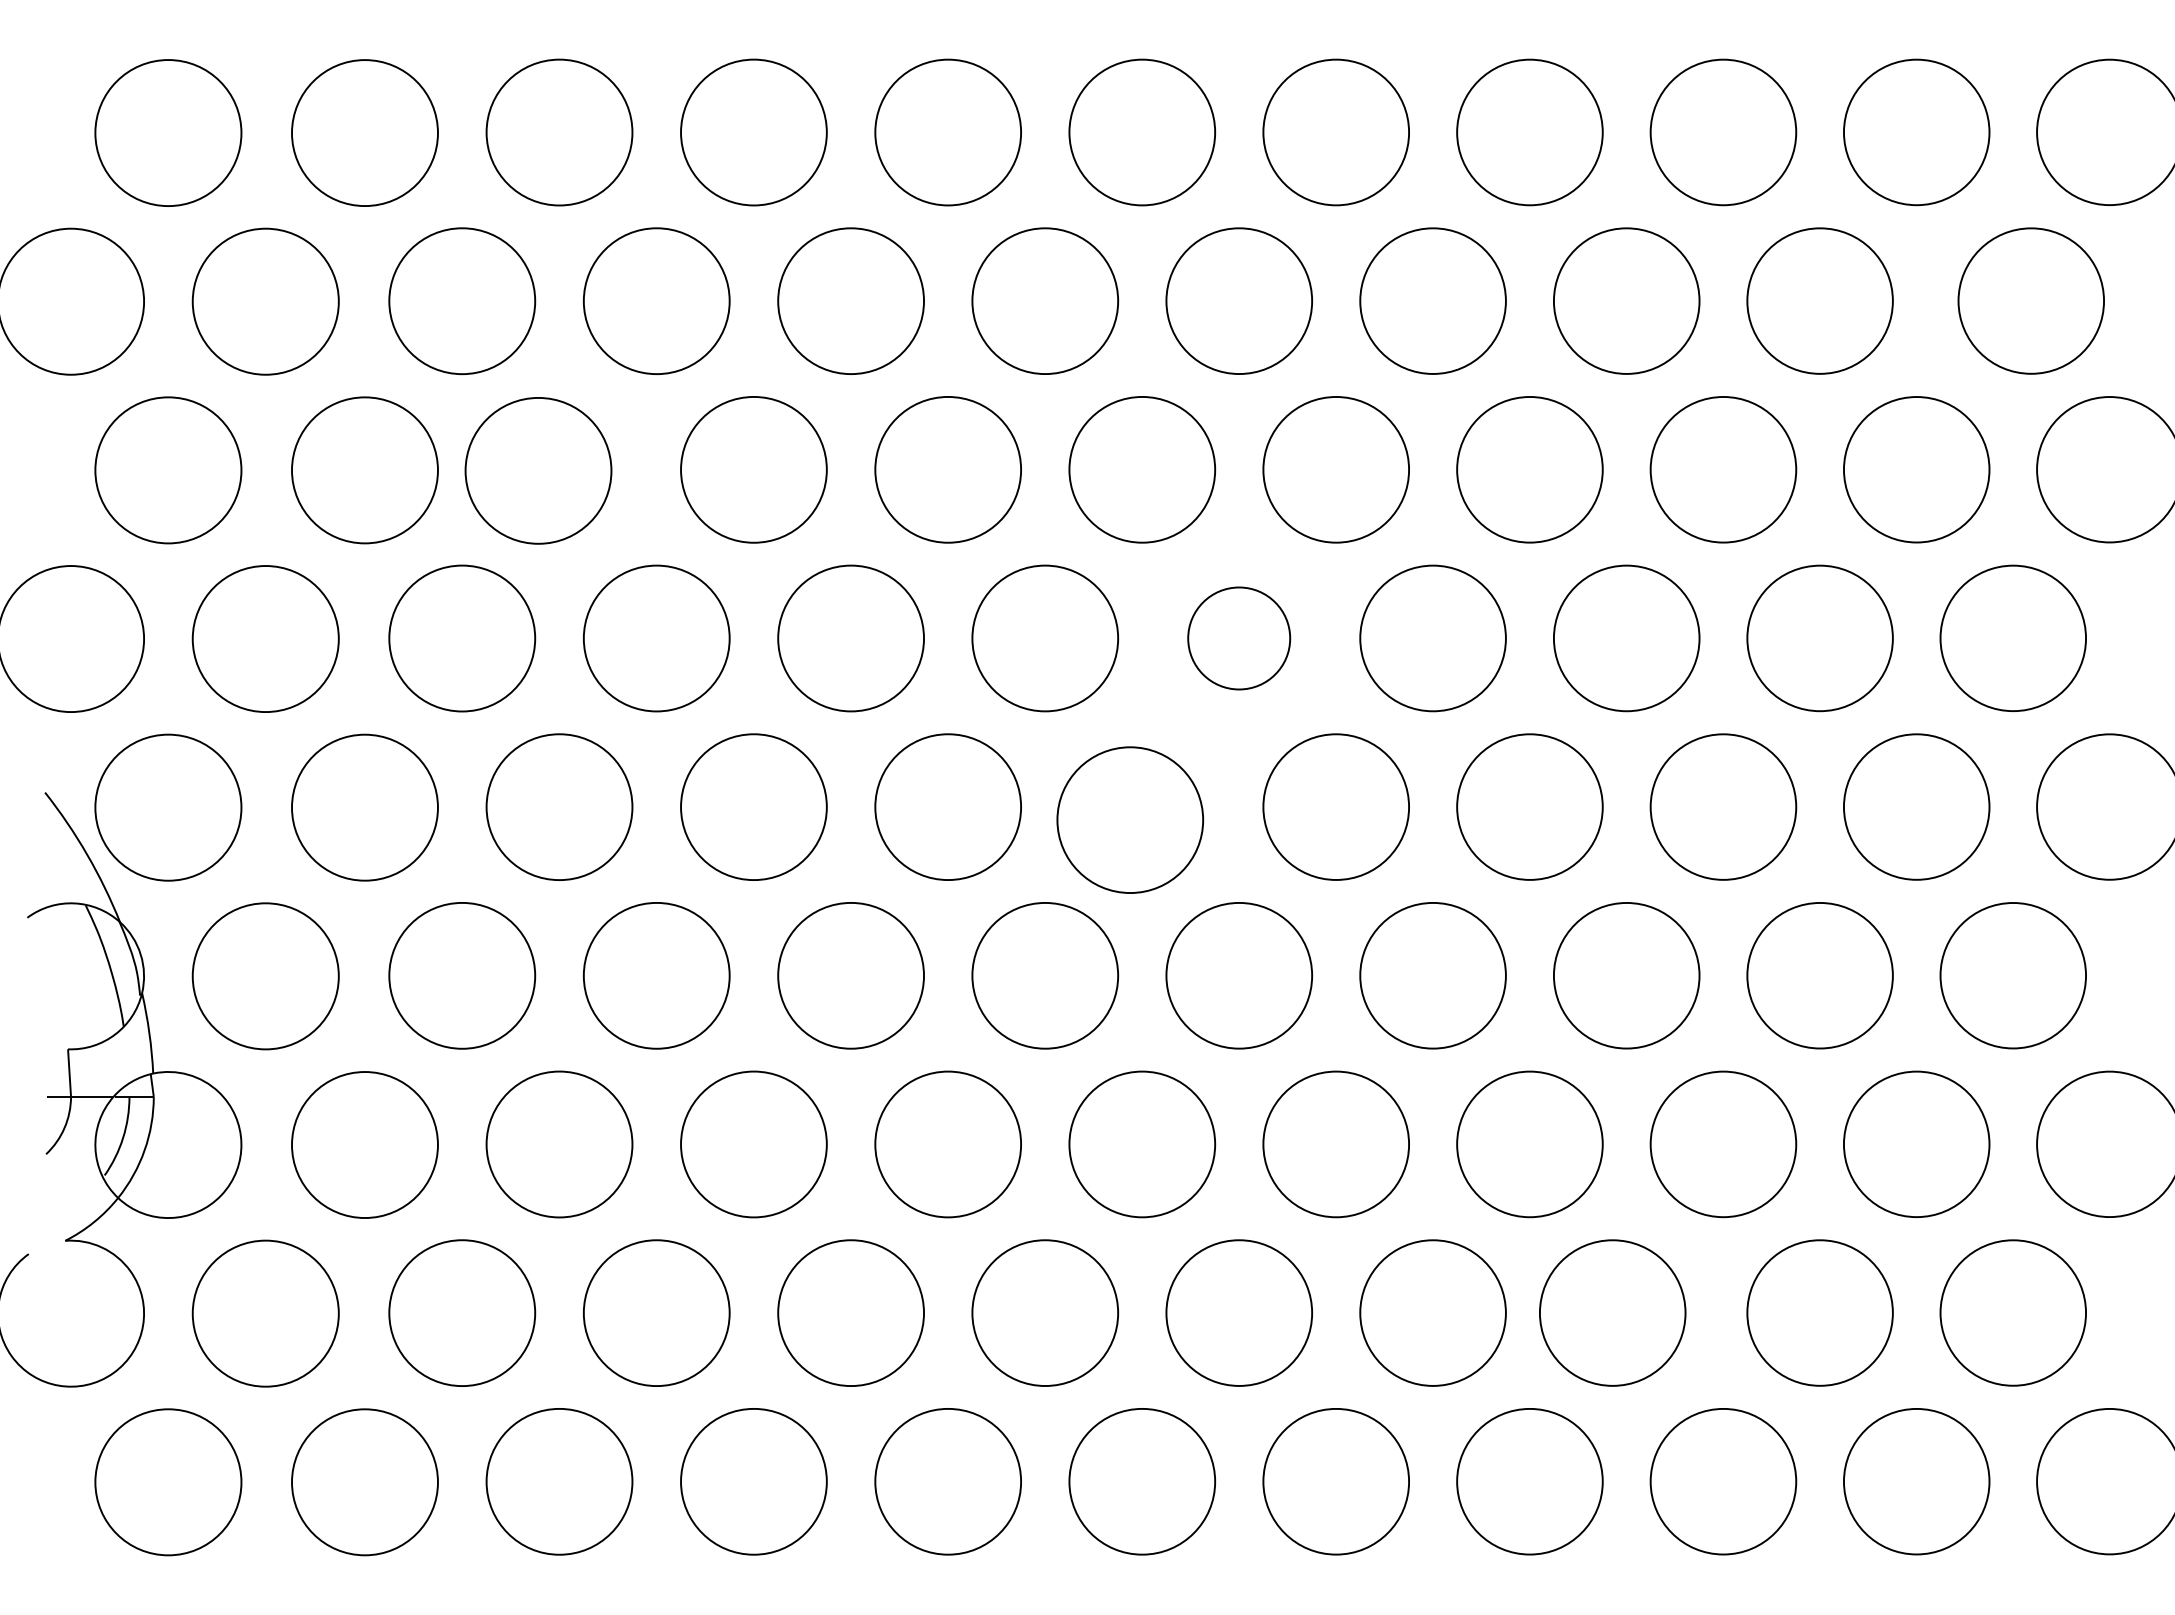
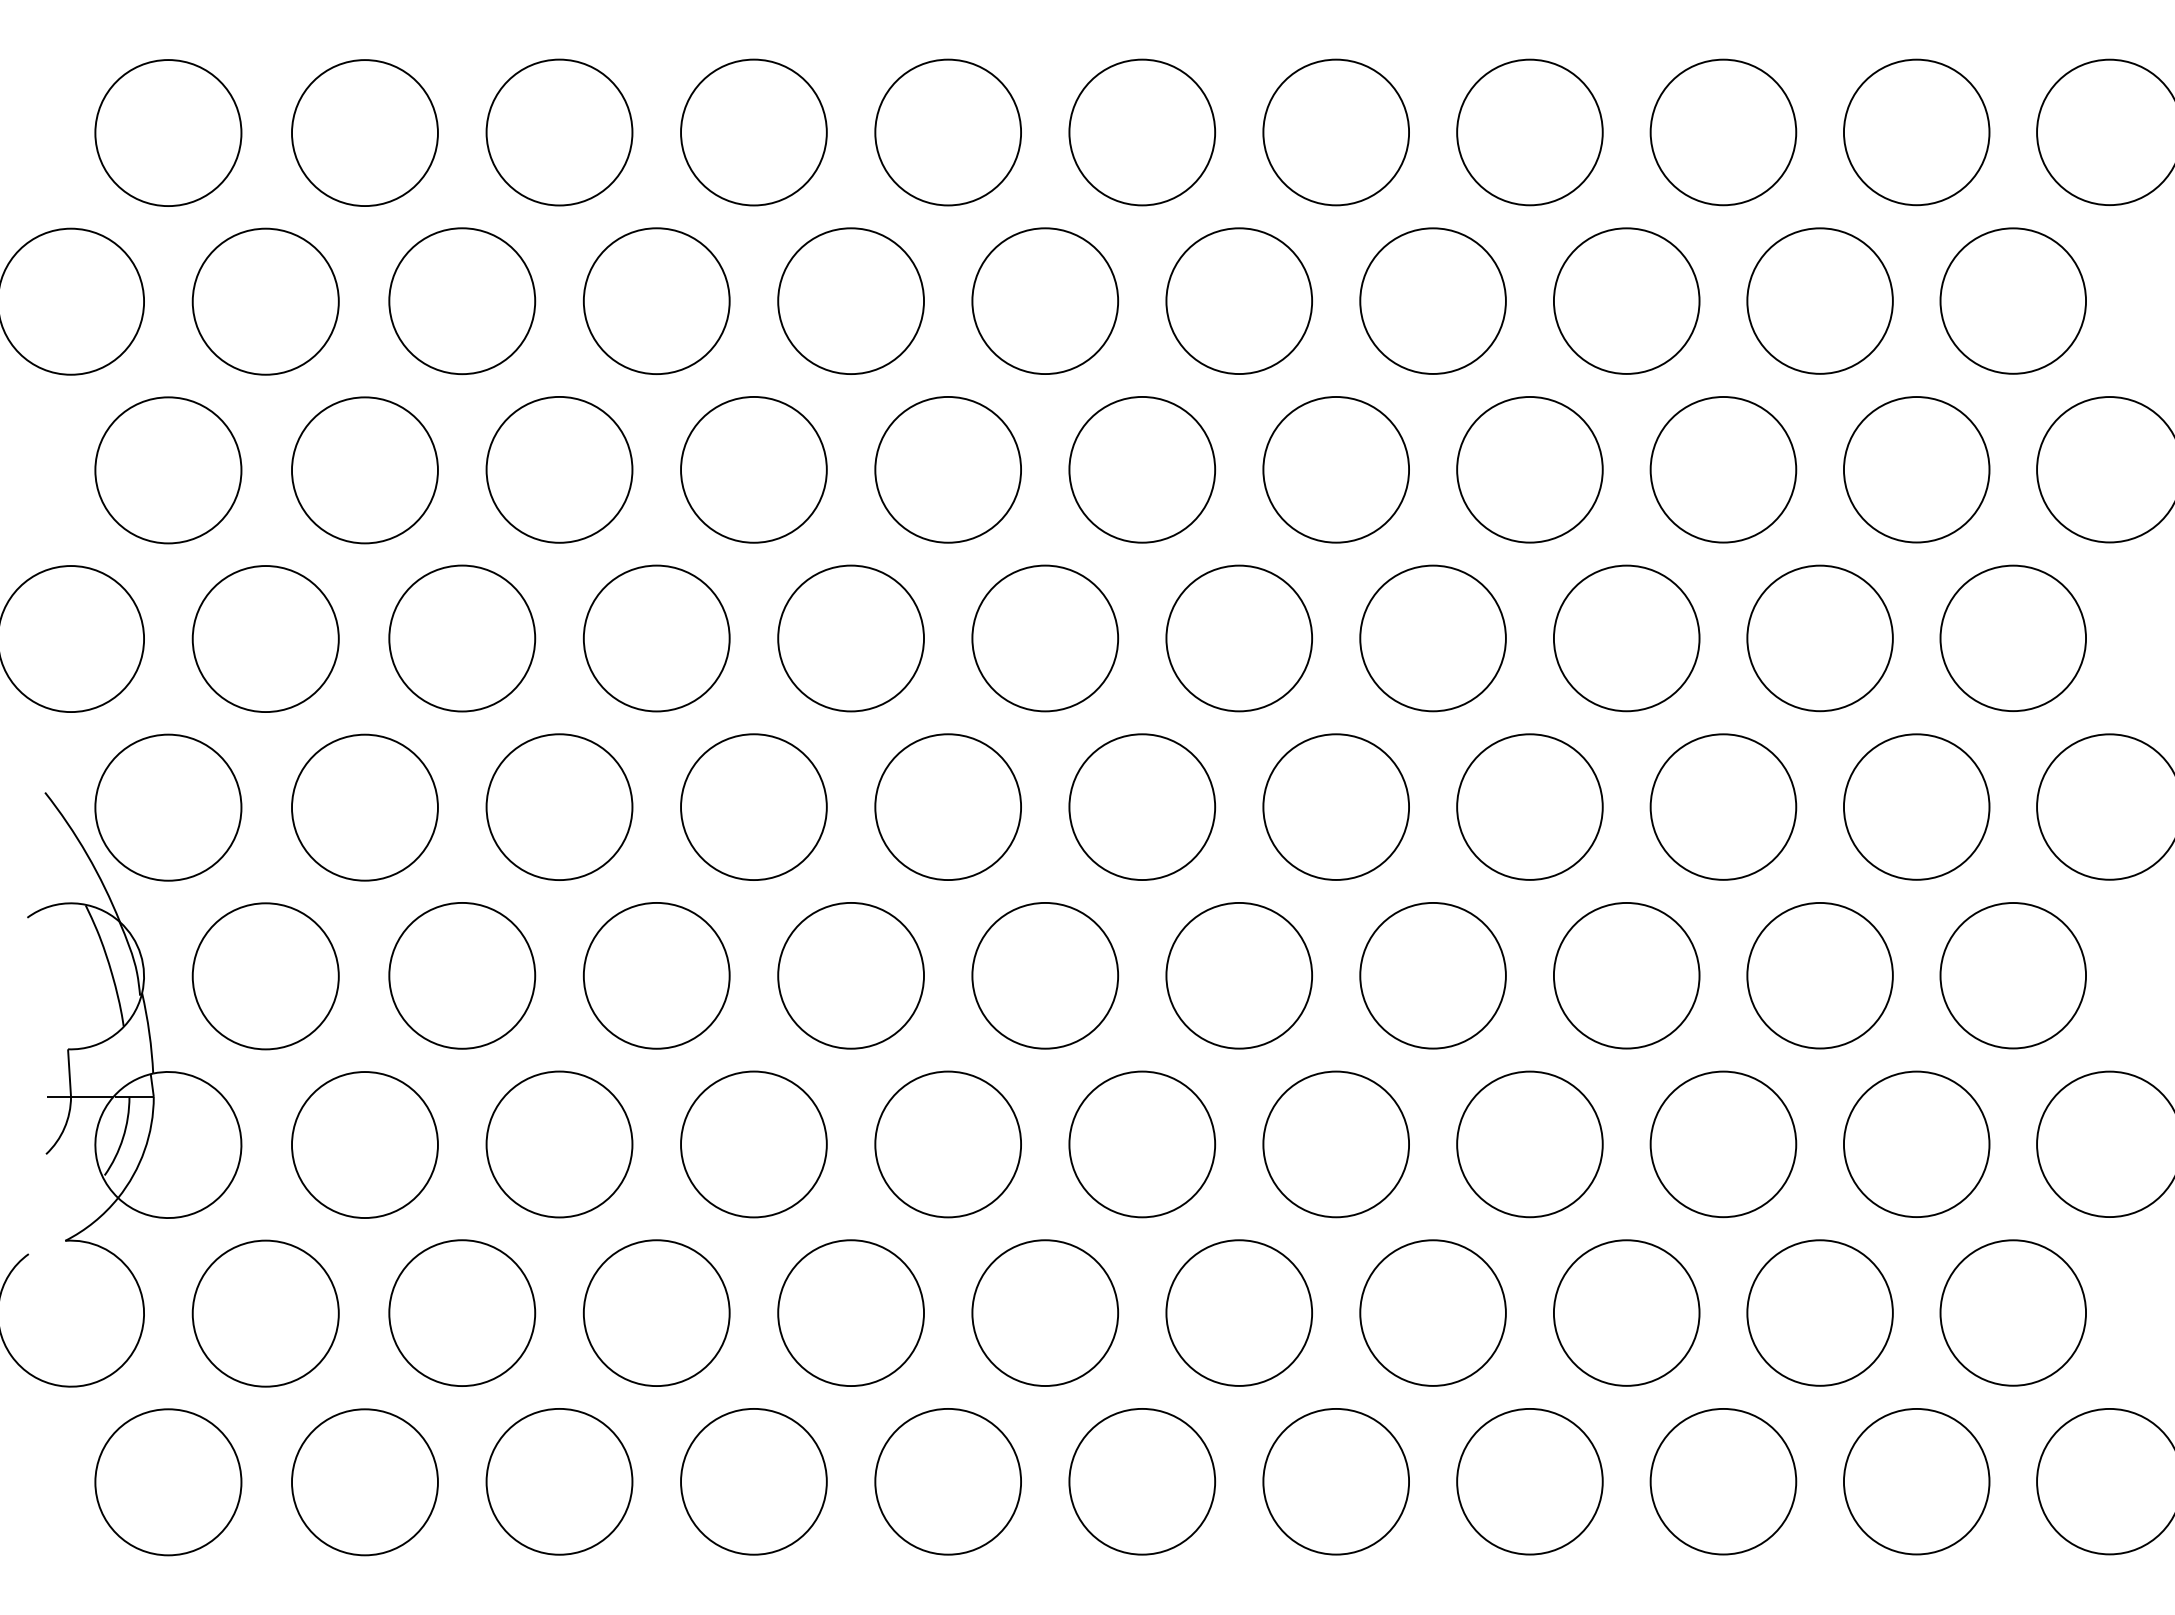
part at (2030, 300) position: (2030, 300) -> (2012, 300)
part at (538, 470) position: (538, 470) -> (559, 469)
part at (1239, 638) size: 105x105 px -> 148x149 px
part at (1130, 819) position: (1130, 819) -> (1142, 806)
part at (1612, 1312) position: (1612, 1312) -> (1626, 1312)
